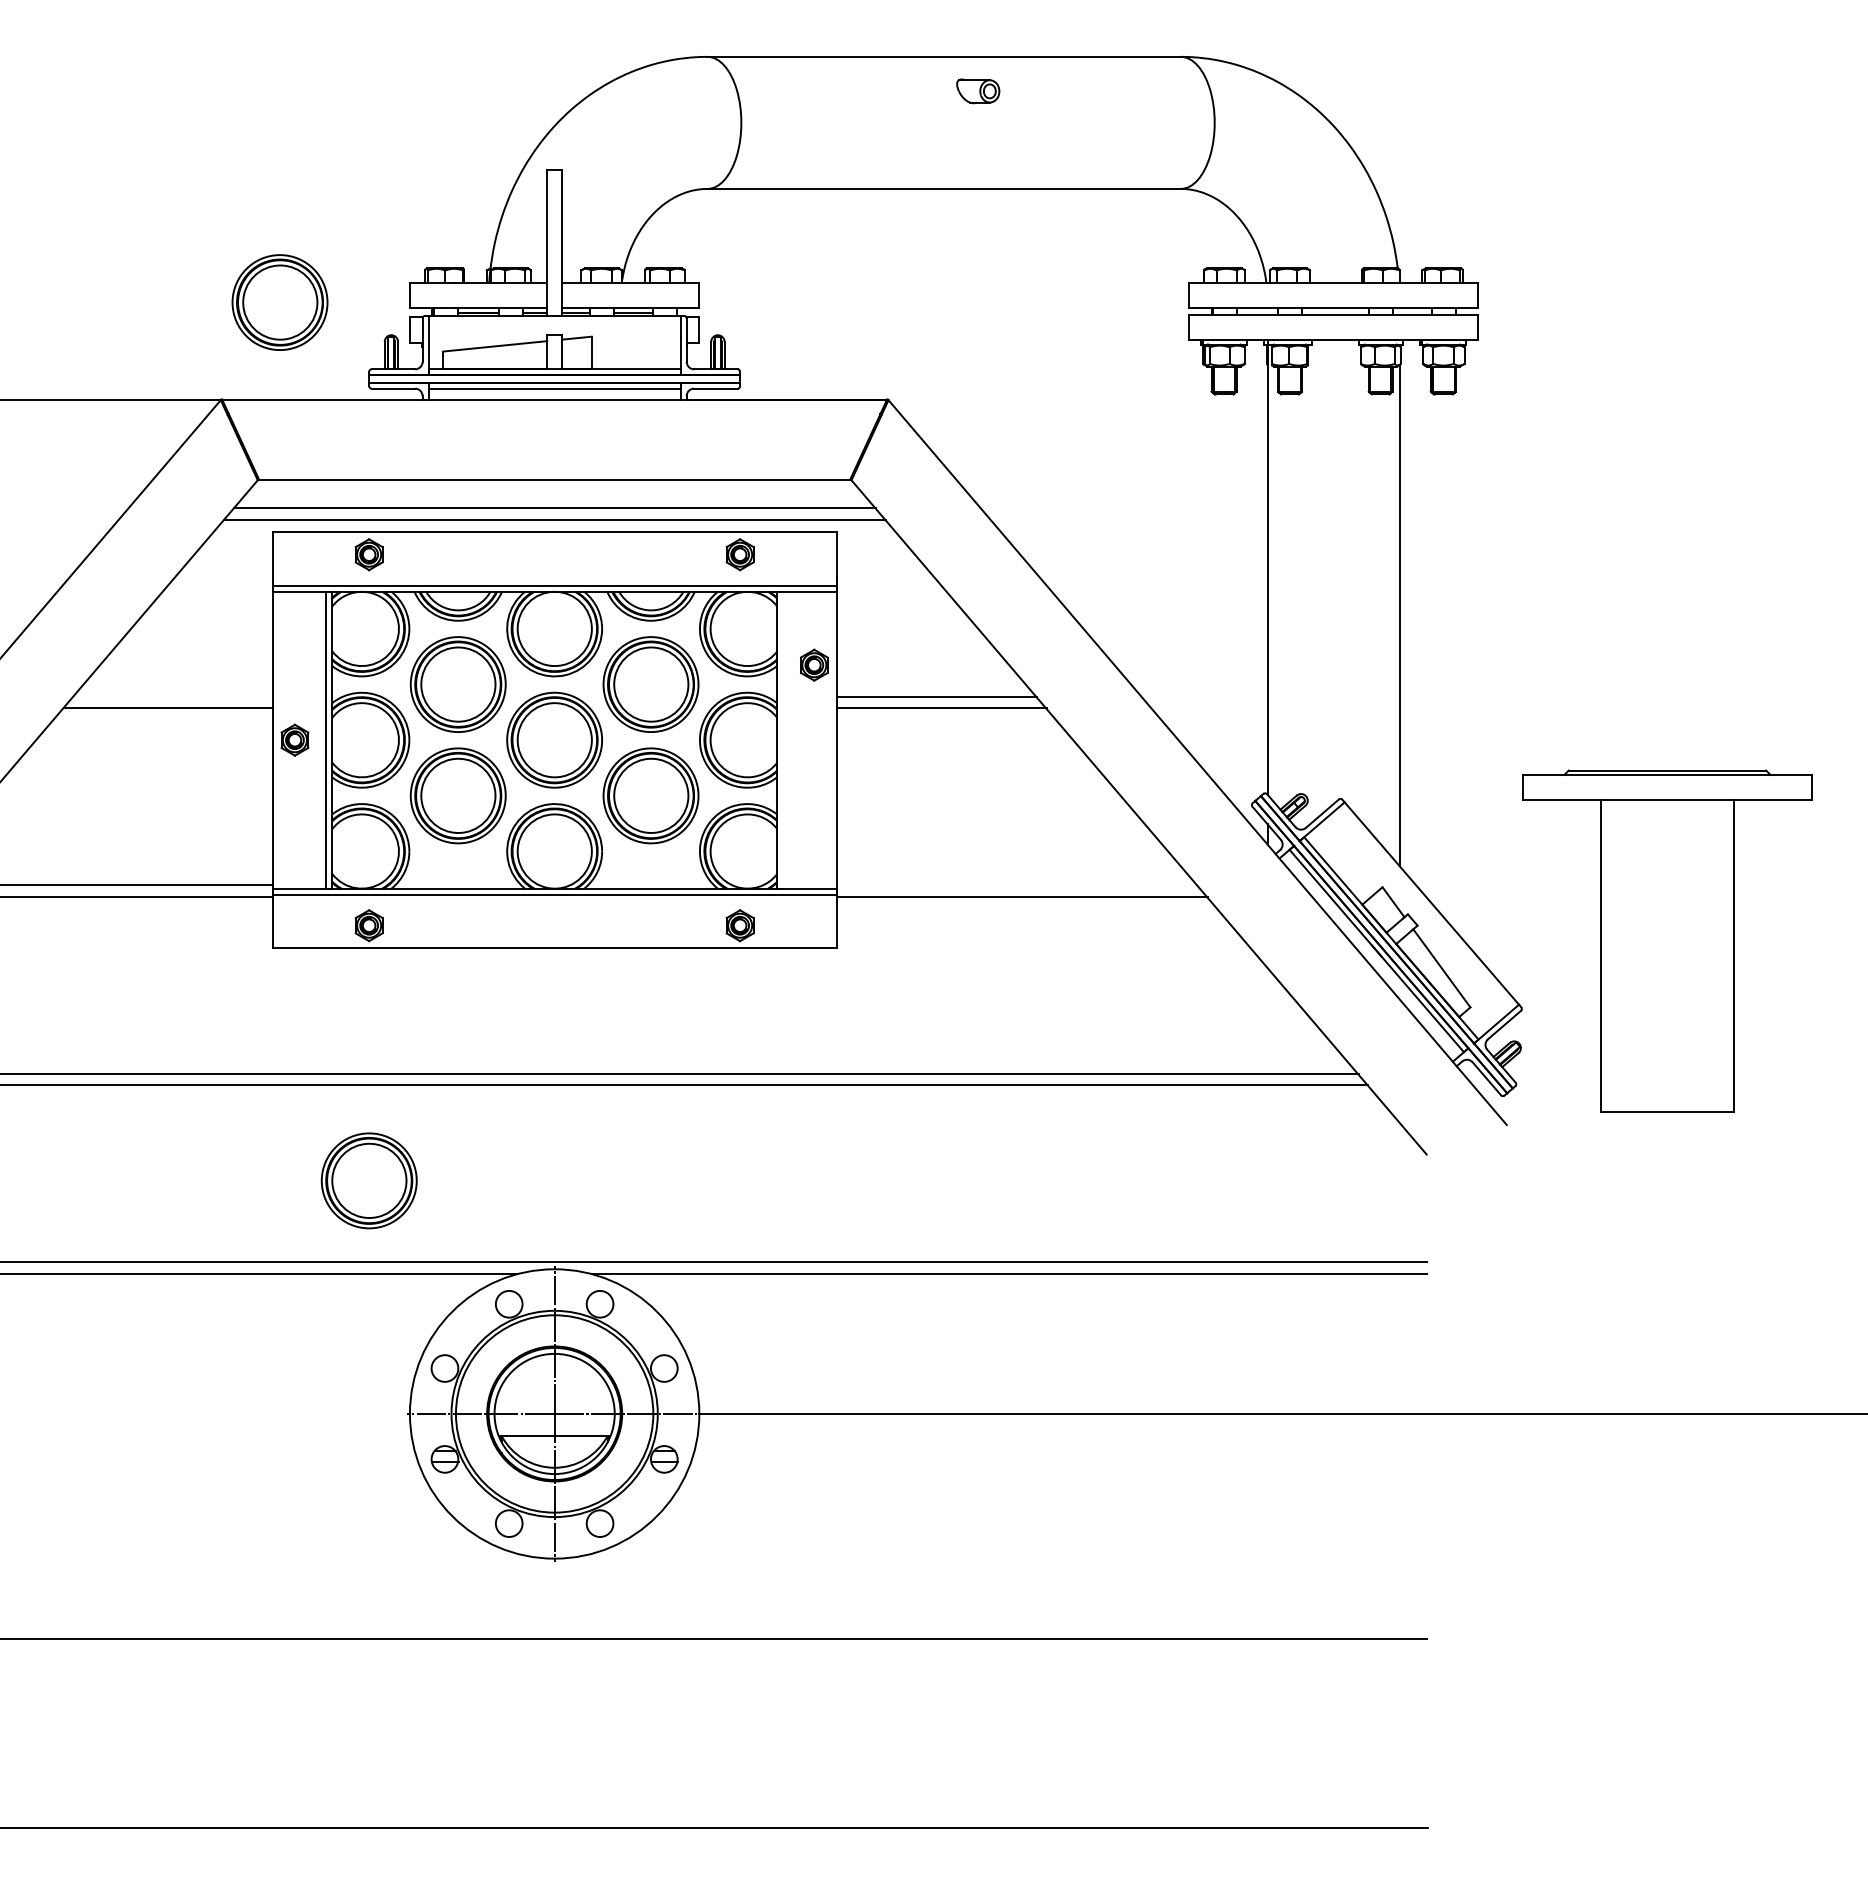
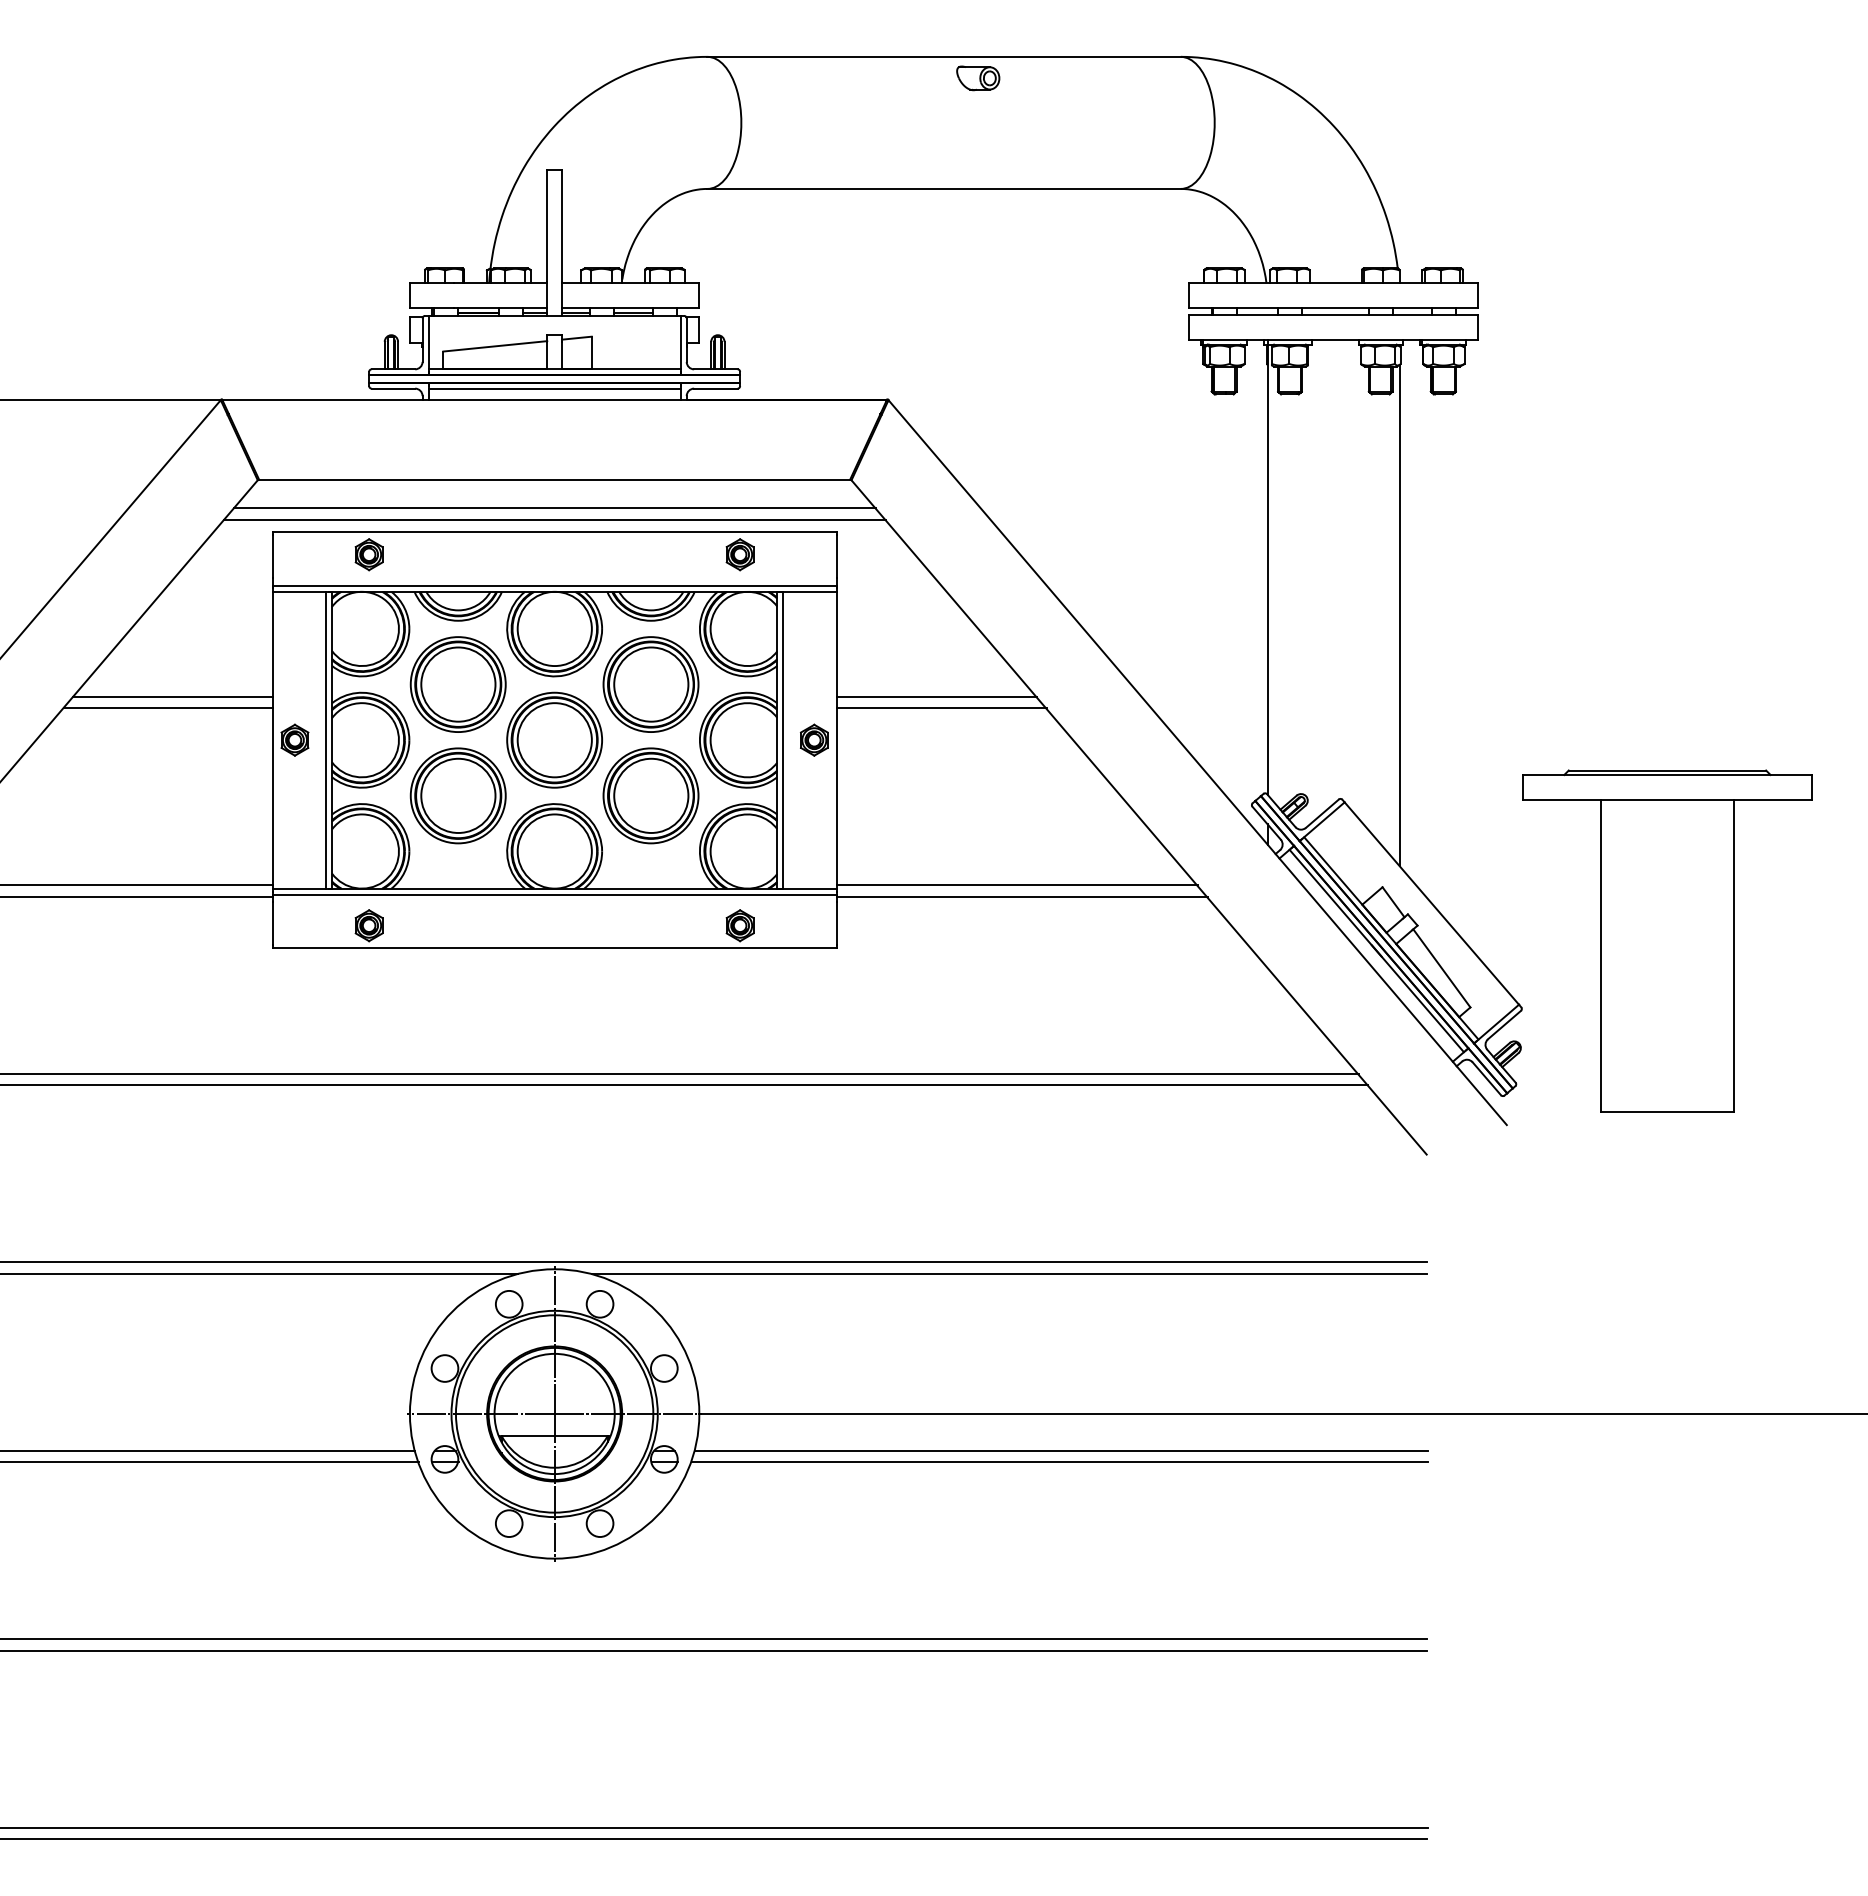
part at (978, 91) position: (978, 91) -> (978, 78)
part at (279, 302): present -> none
part at (814, 664) position: (814, 664) -> (814, 739)
line at (173, 696): none -> present
line at (783, 739): none -> present
line at (1017, 885): none -> present
part at (368, 1180): present -> none
line at (208, 1450): none -> present
line at (1061, 1450): none -> present
line at (210, 1462): none -> present
line at (1059, 1462): none -> present
line at (714, 1650): none -> present
line at (714, 1839): none -> present
